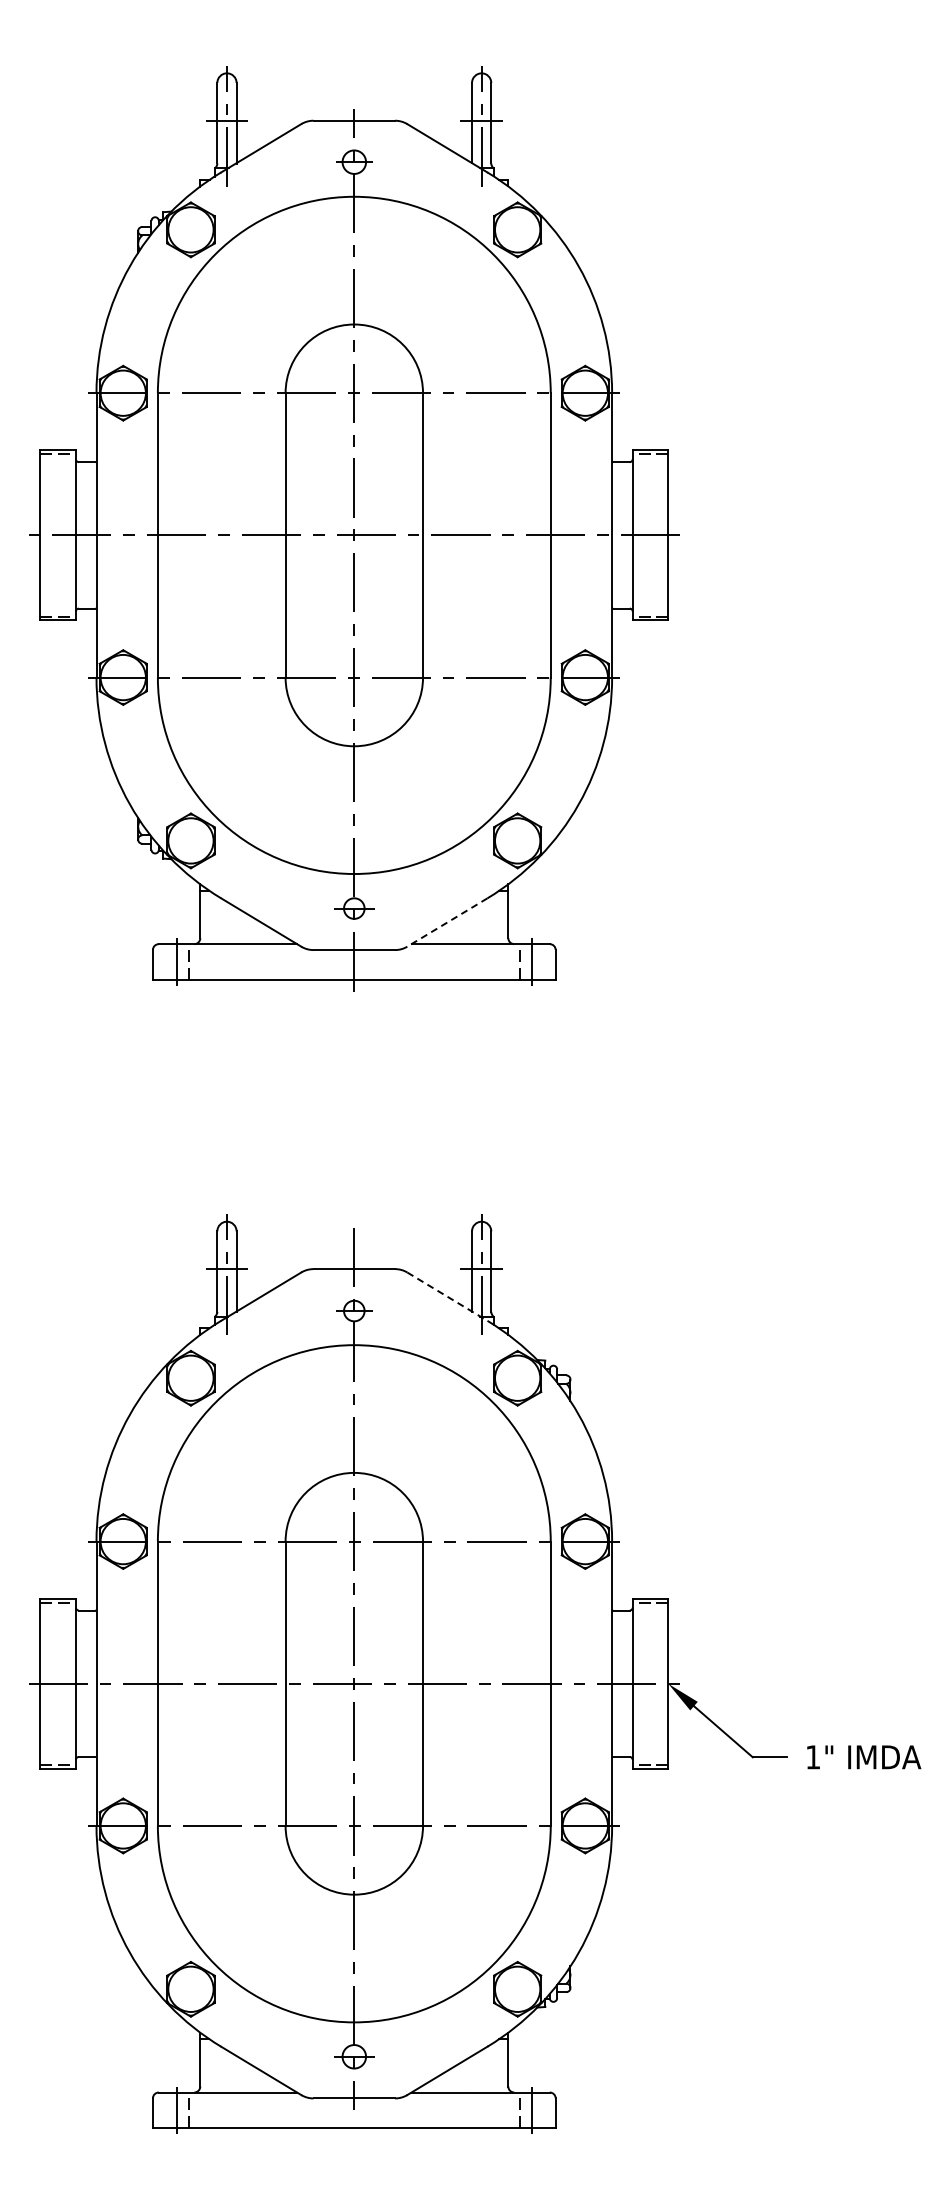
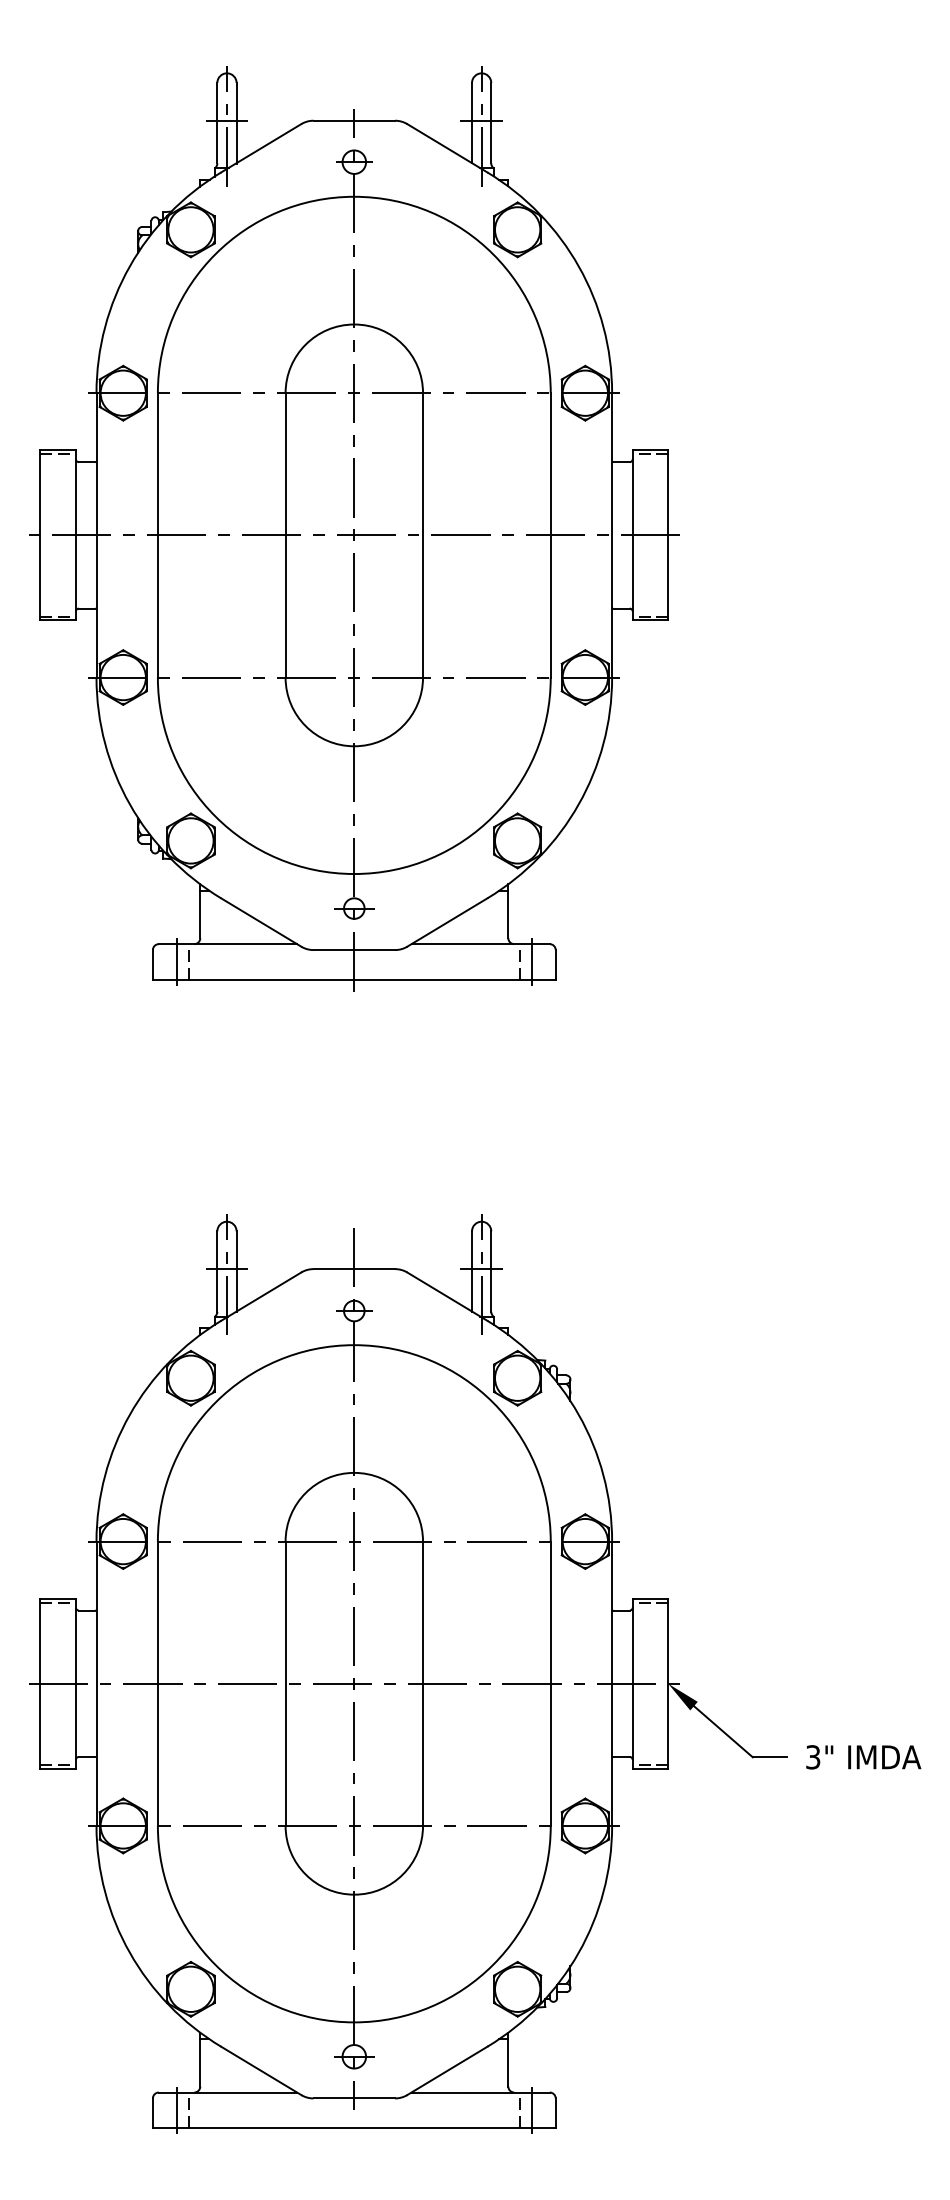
line at (447, 922): dashed -> solid
line at (447, 1296): dashed -> solid
text at (813, 1757): 1" -> 3"
